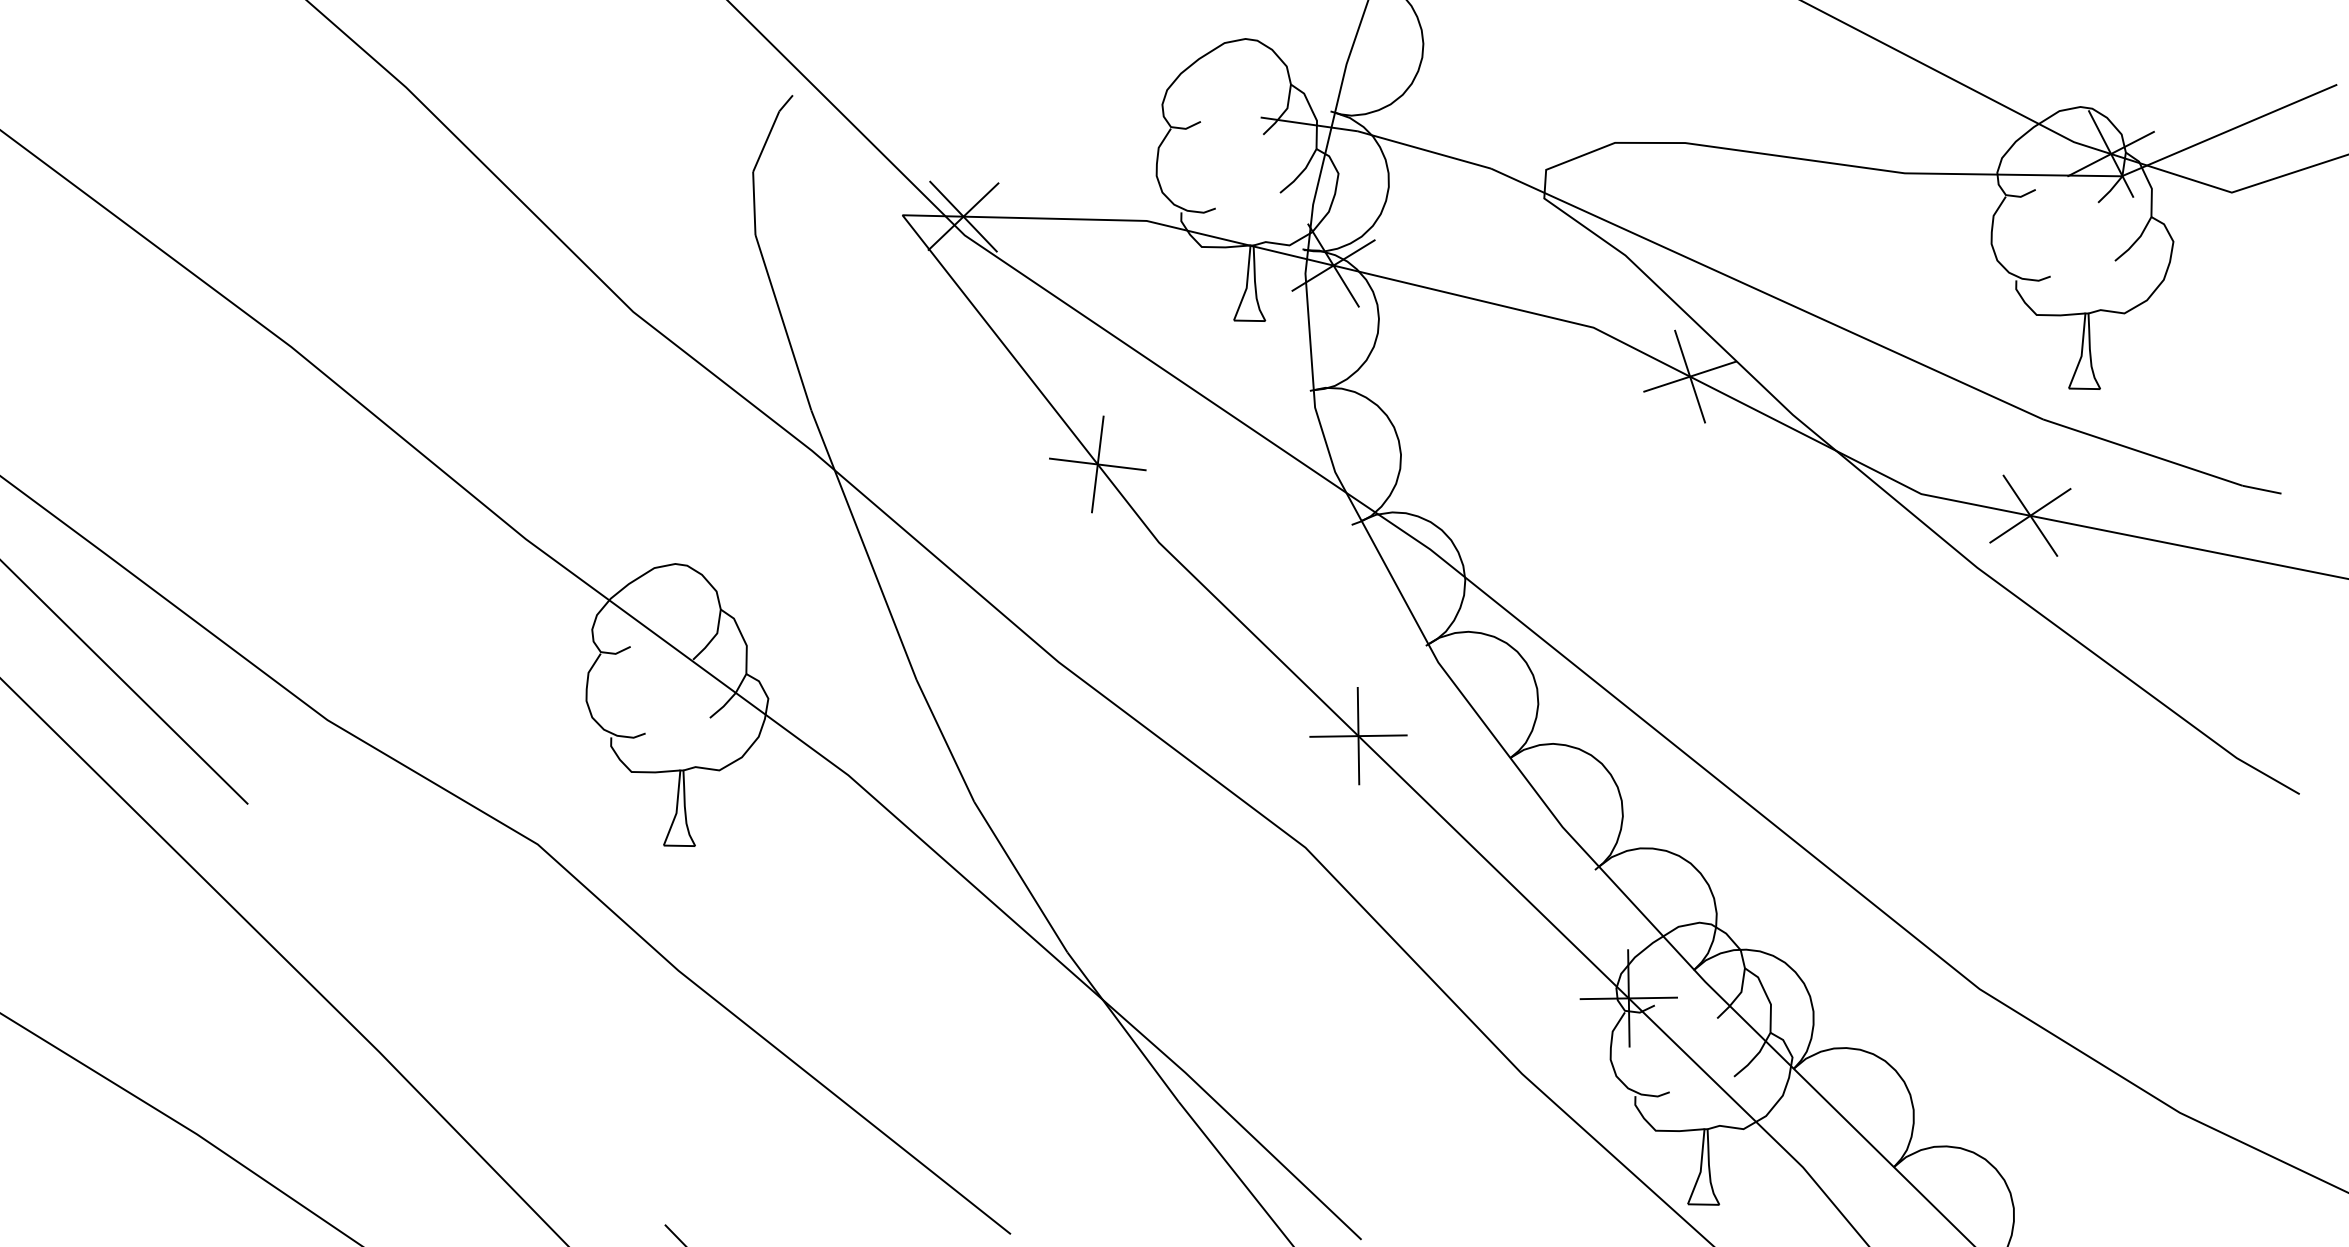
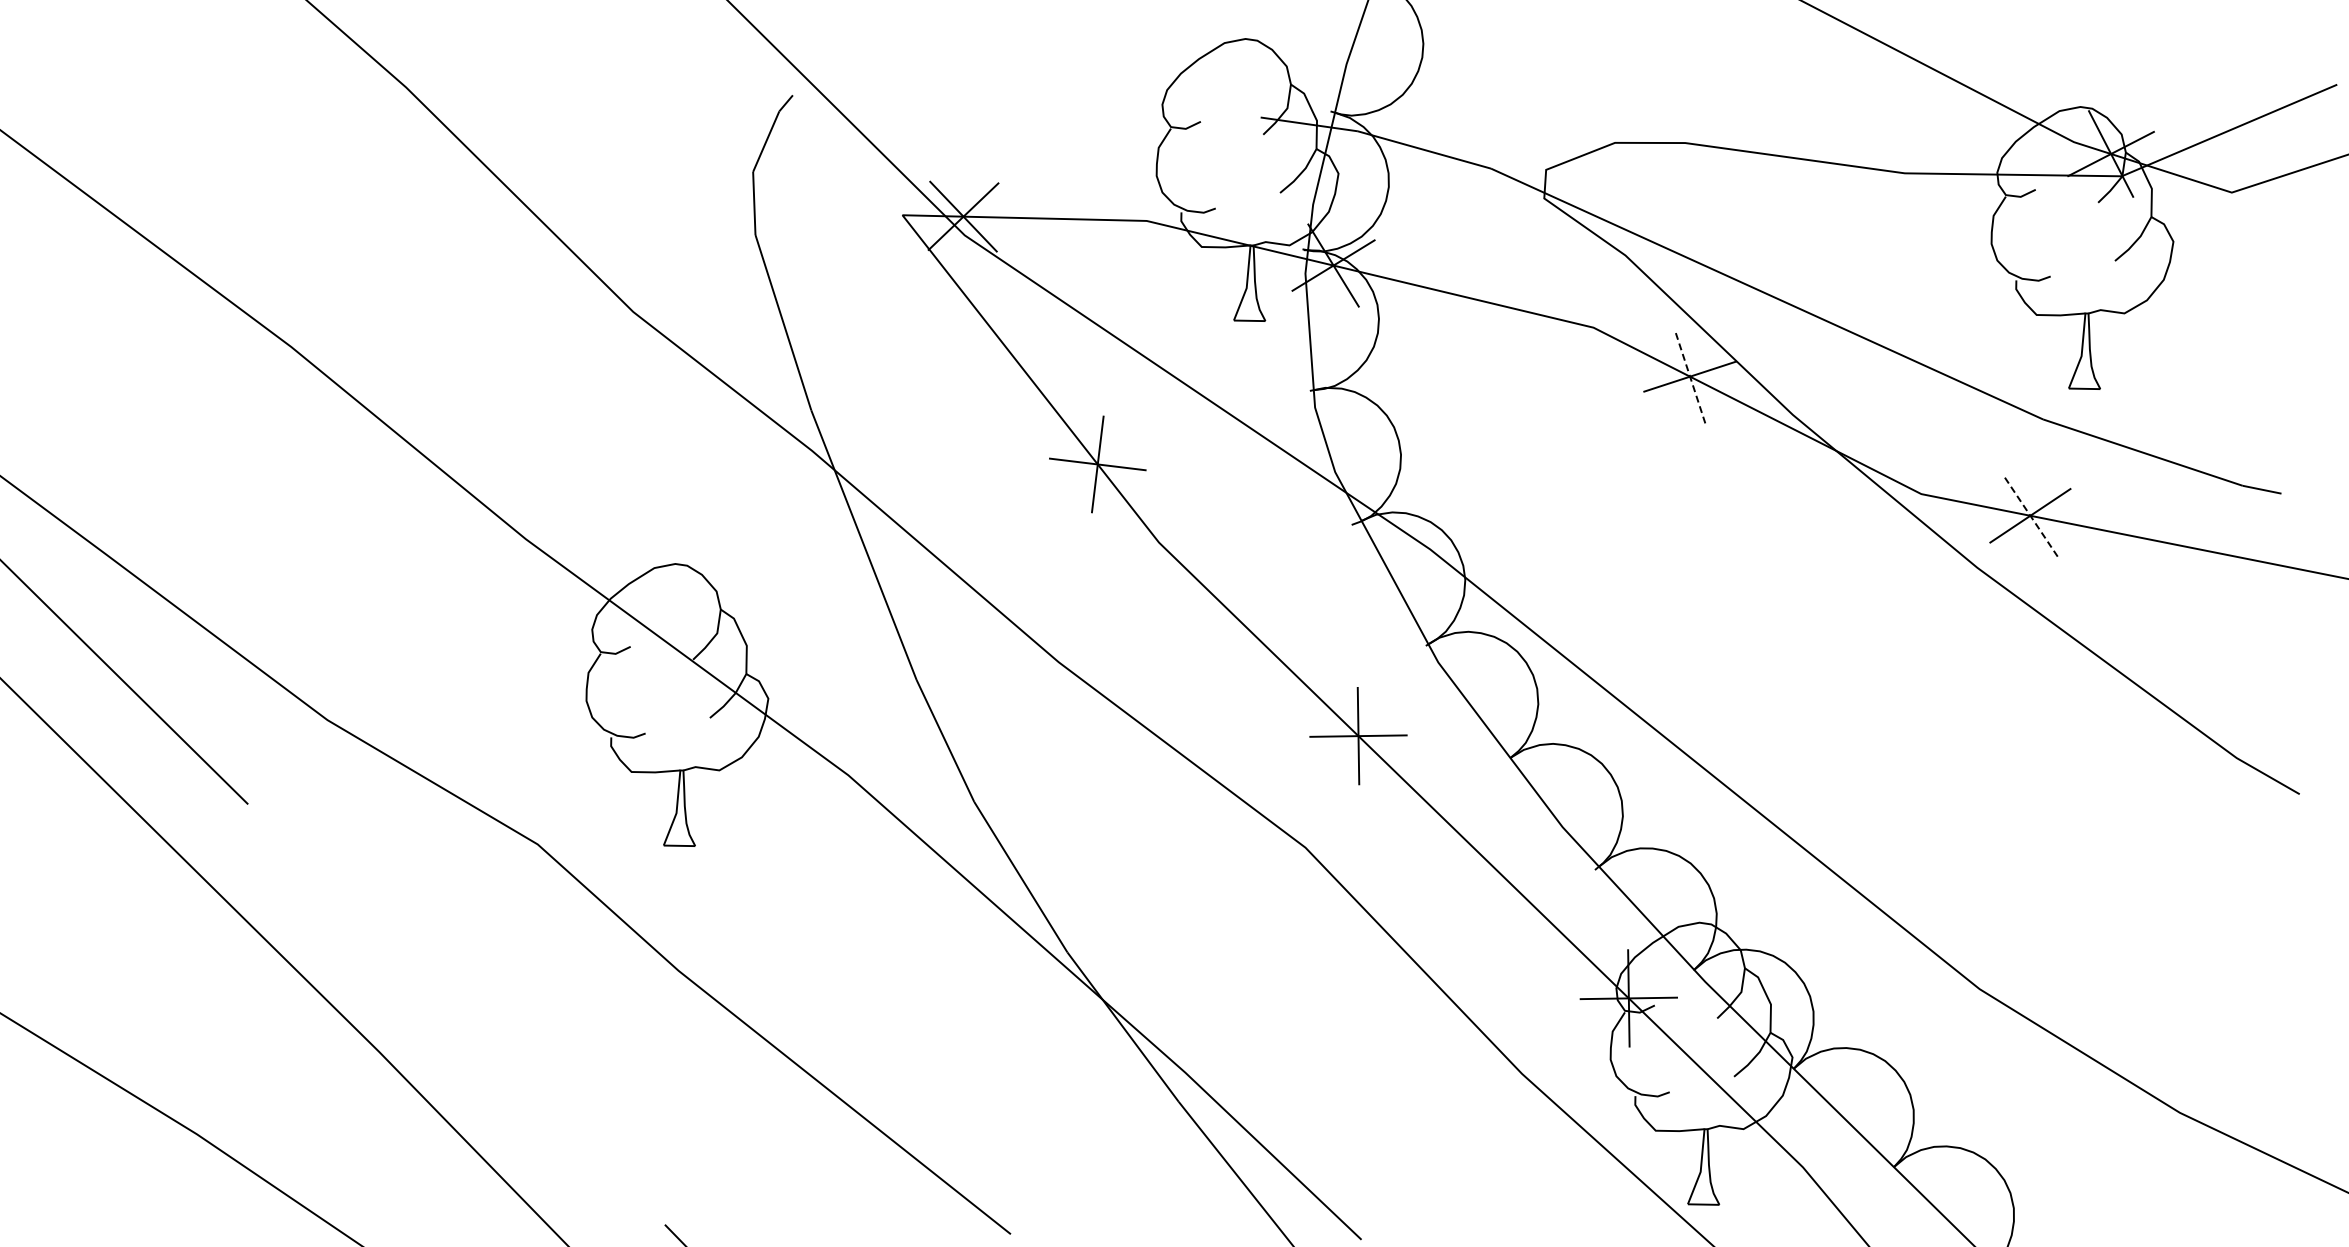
line at (1690, 376): solid -> dashed
line at (2030, 515): solid -> dashed
